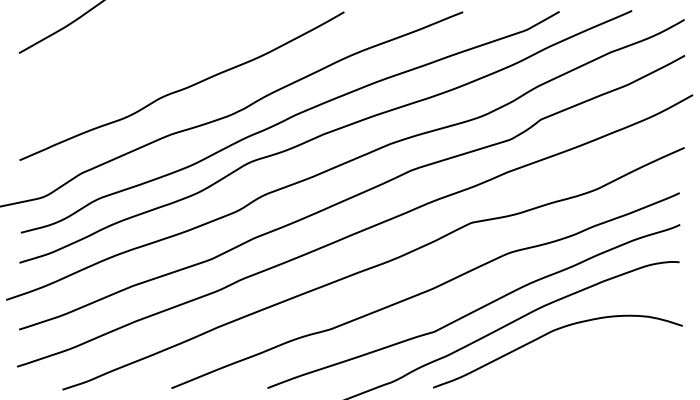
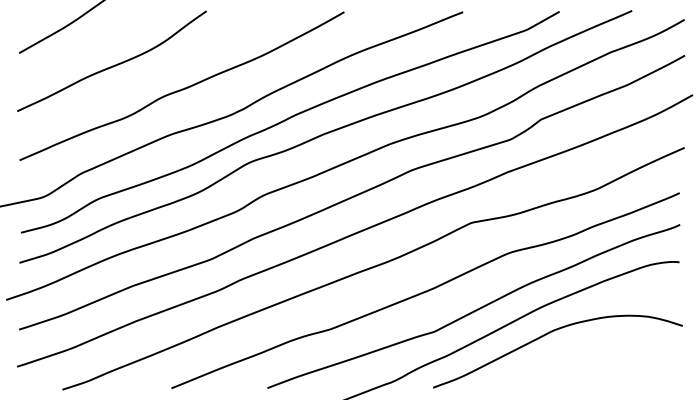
curve at (112, 65): none -> present
